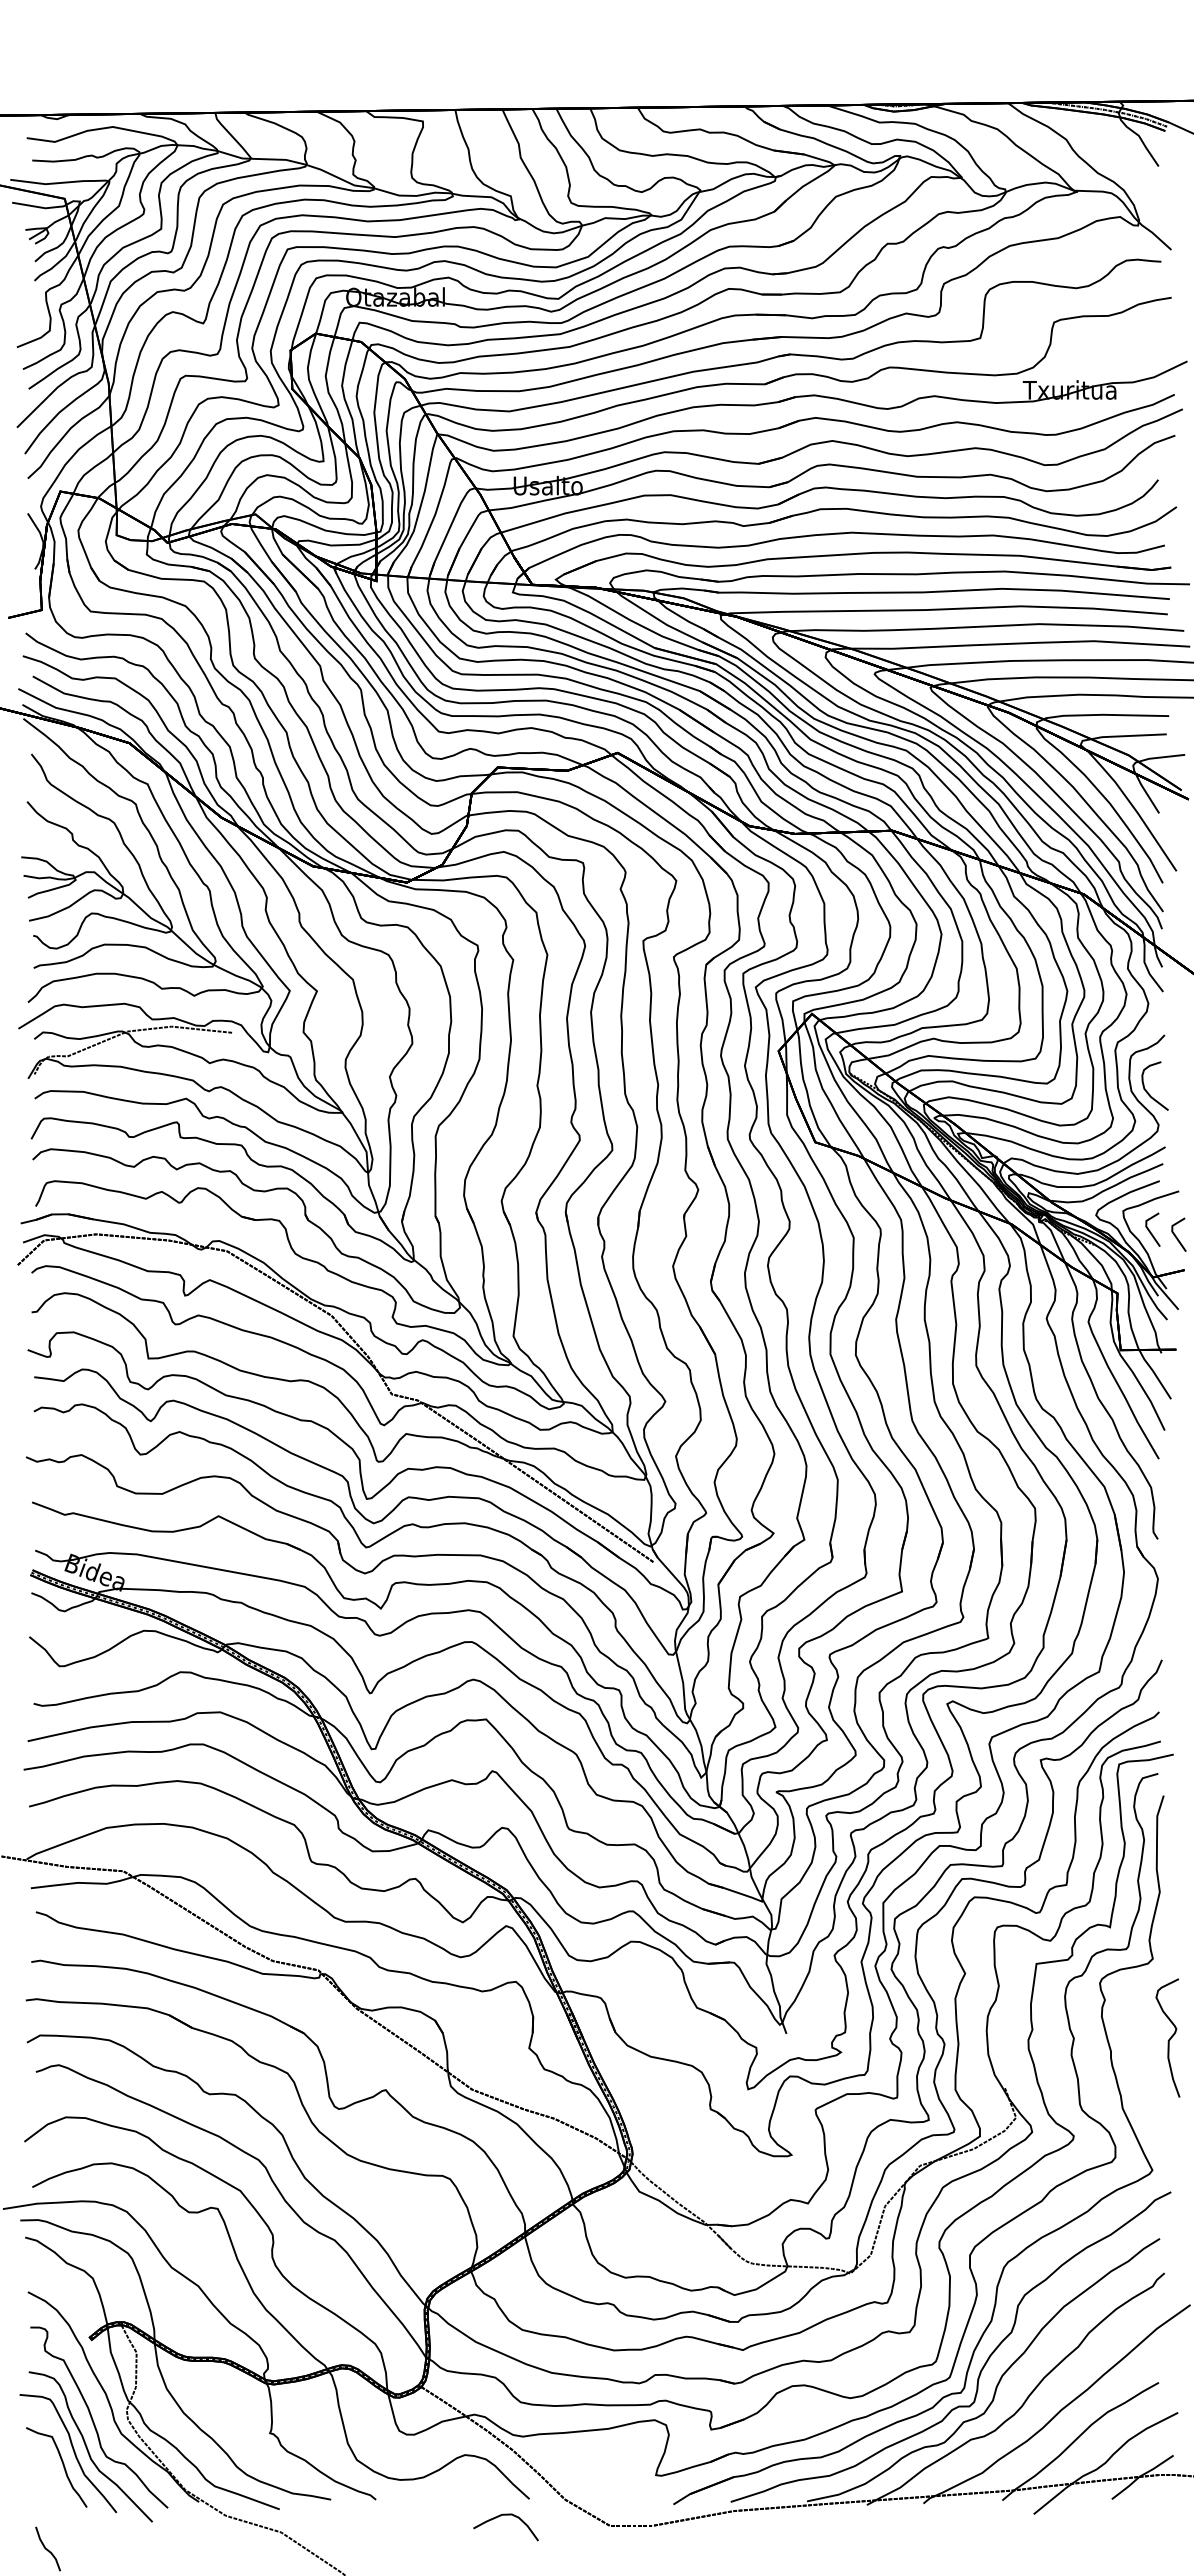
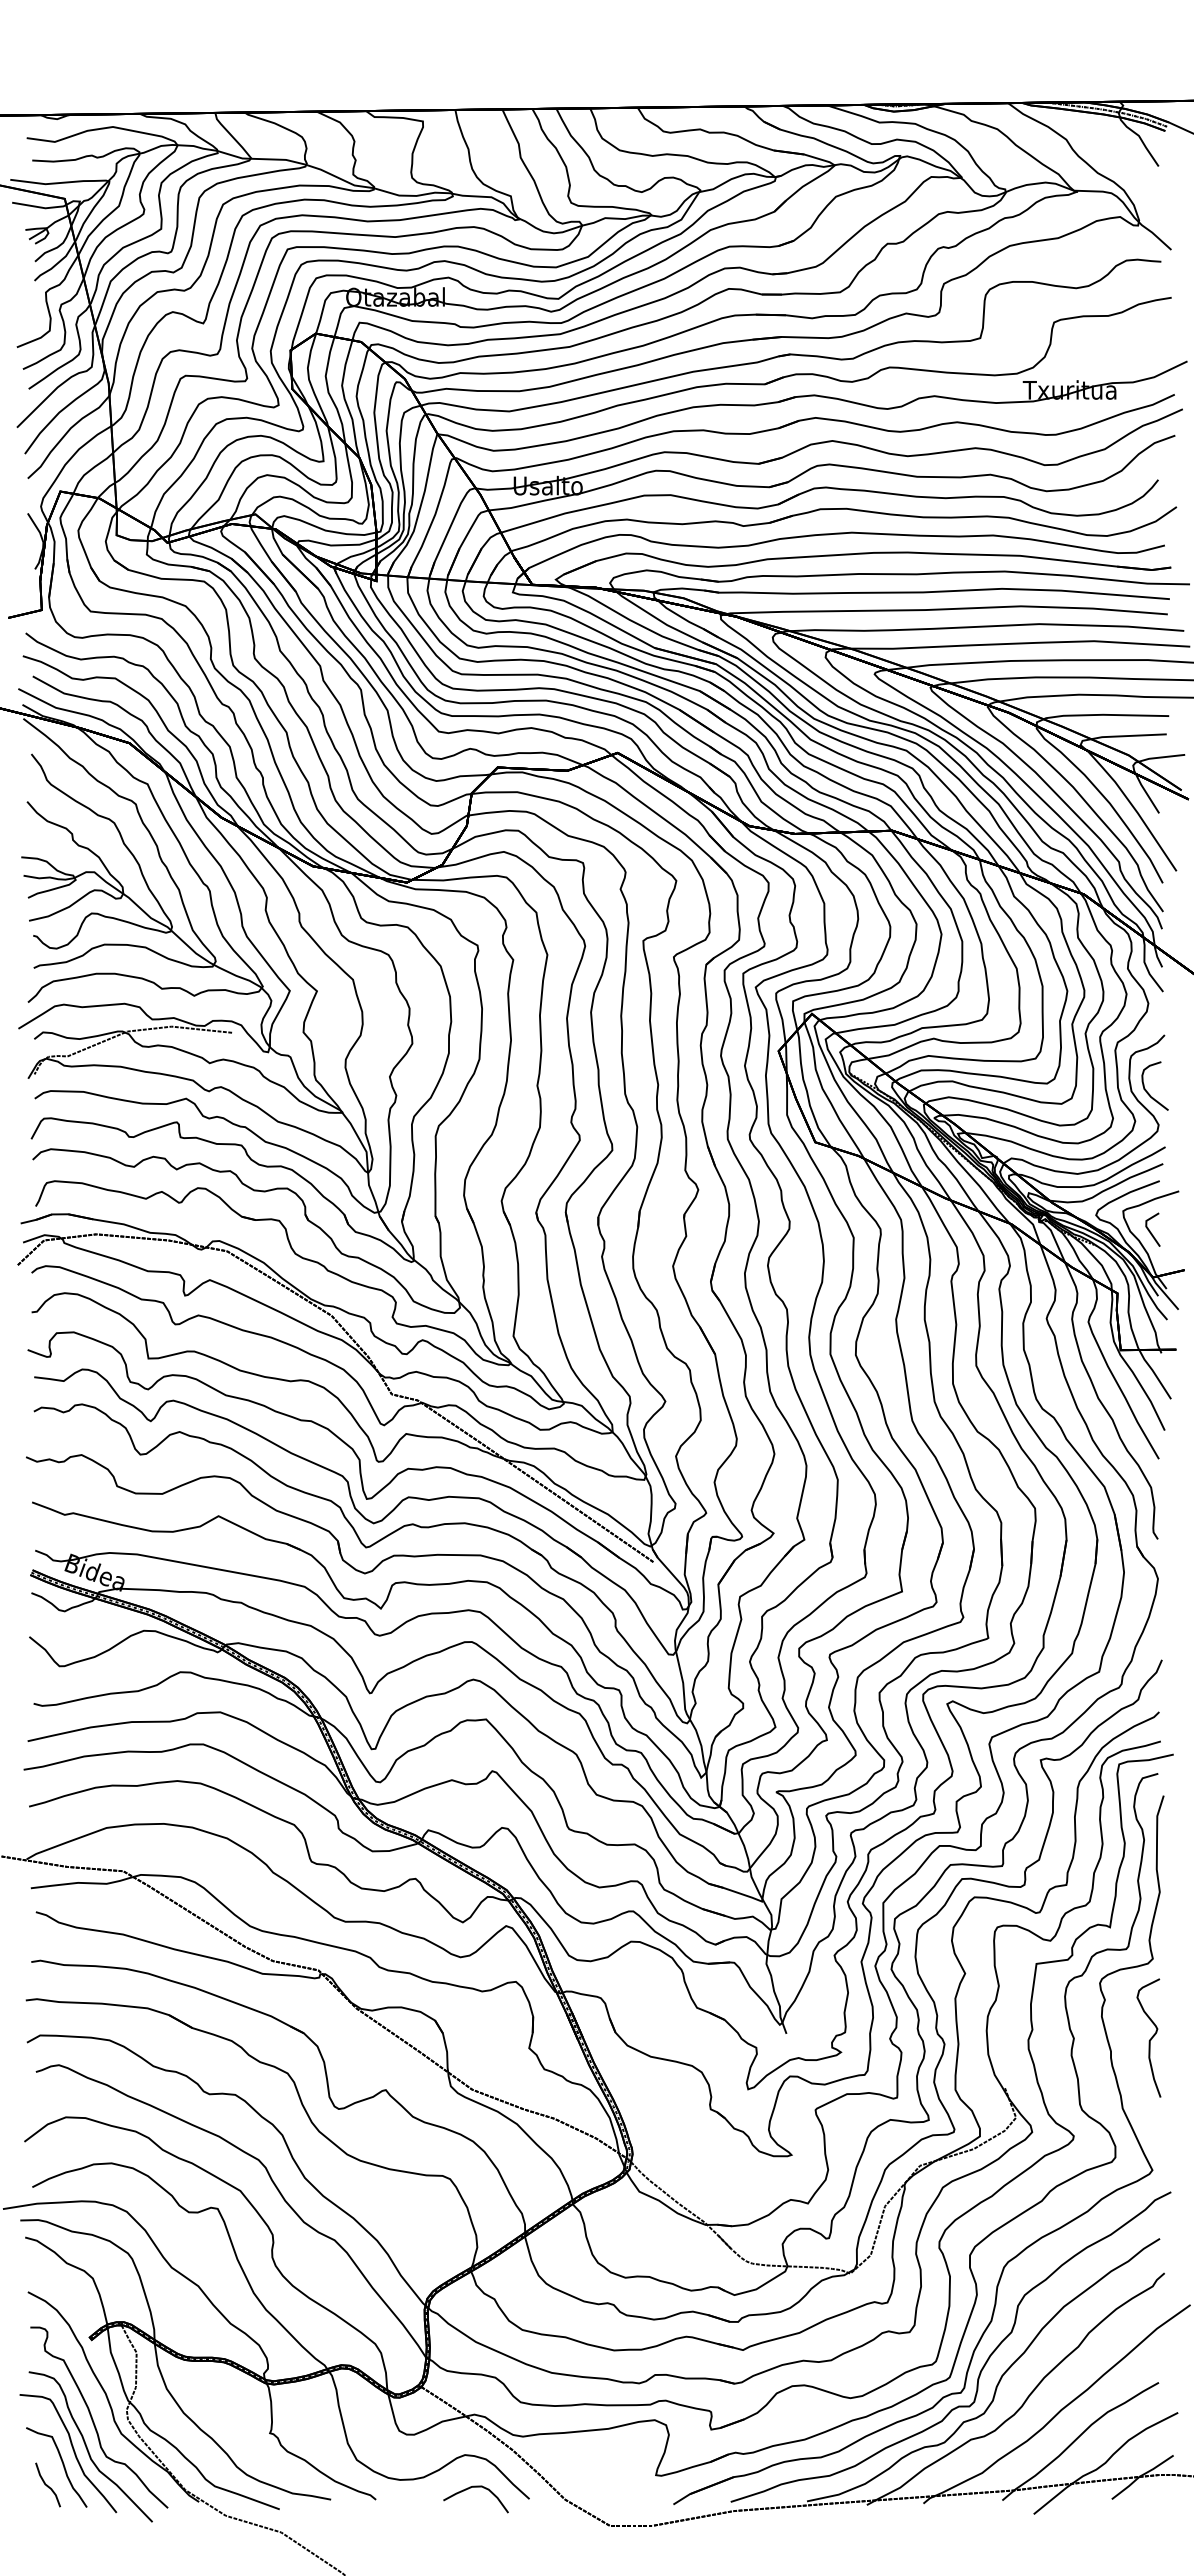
line at (1176, 1235): present -> none
curve at (1169, 2038) position: (1169, 2038) -> (1150, 2038)
curve at (505, 2515) position: (505, 2515) -> (475, 2487)
curve at (47, 2548) position: (47, 2548) -> (47, 2484)
